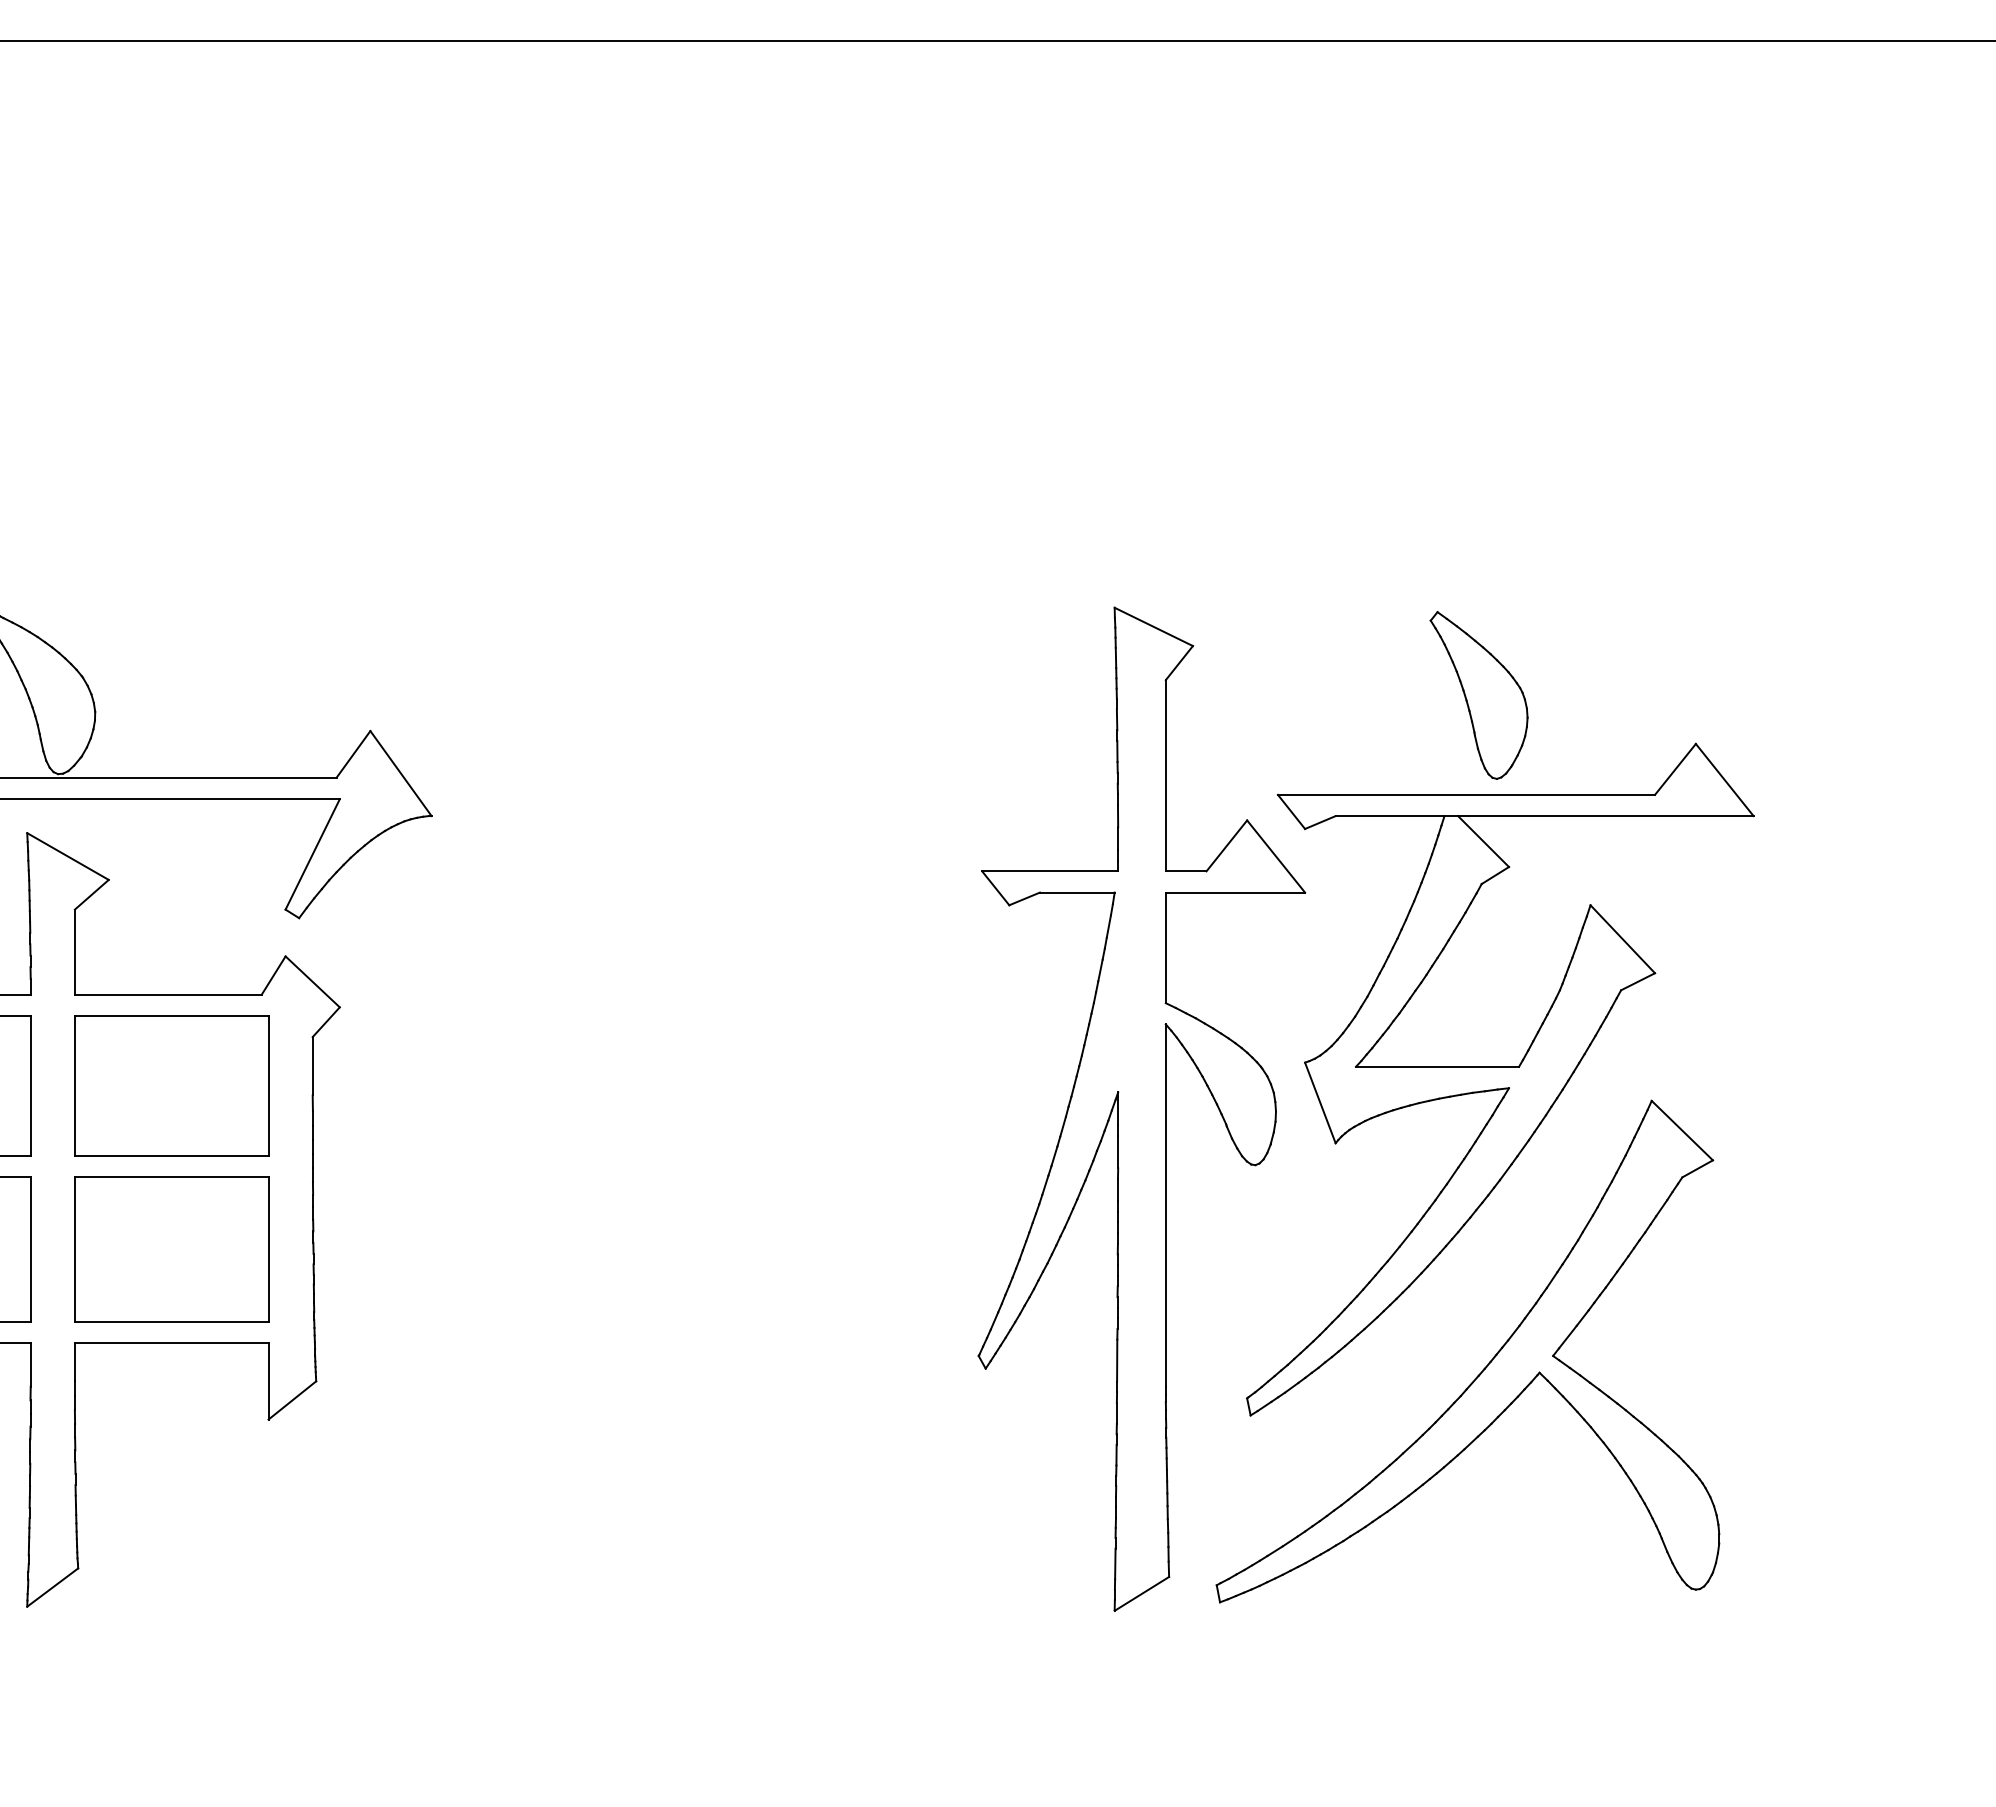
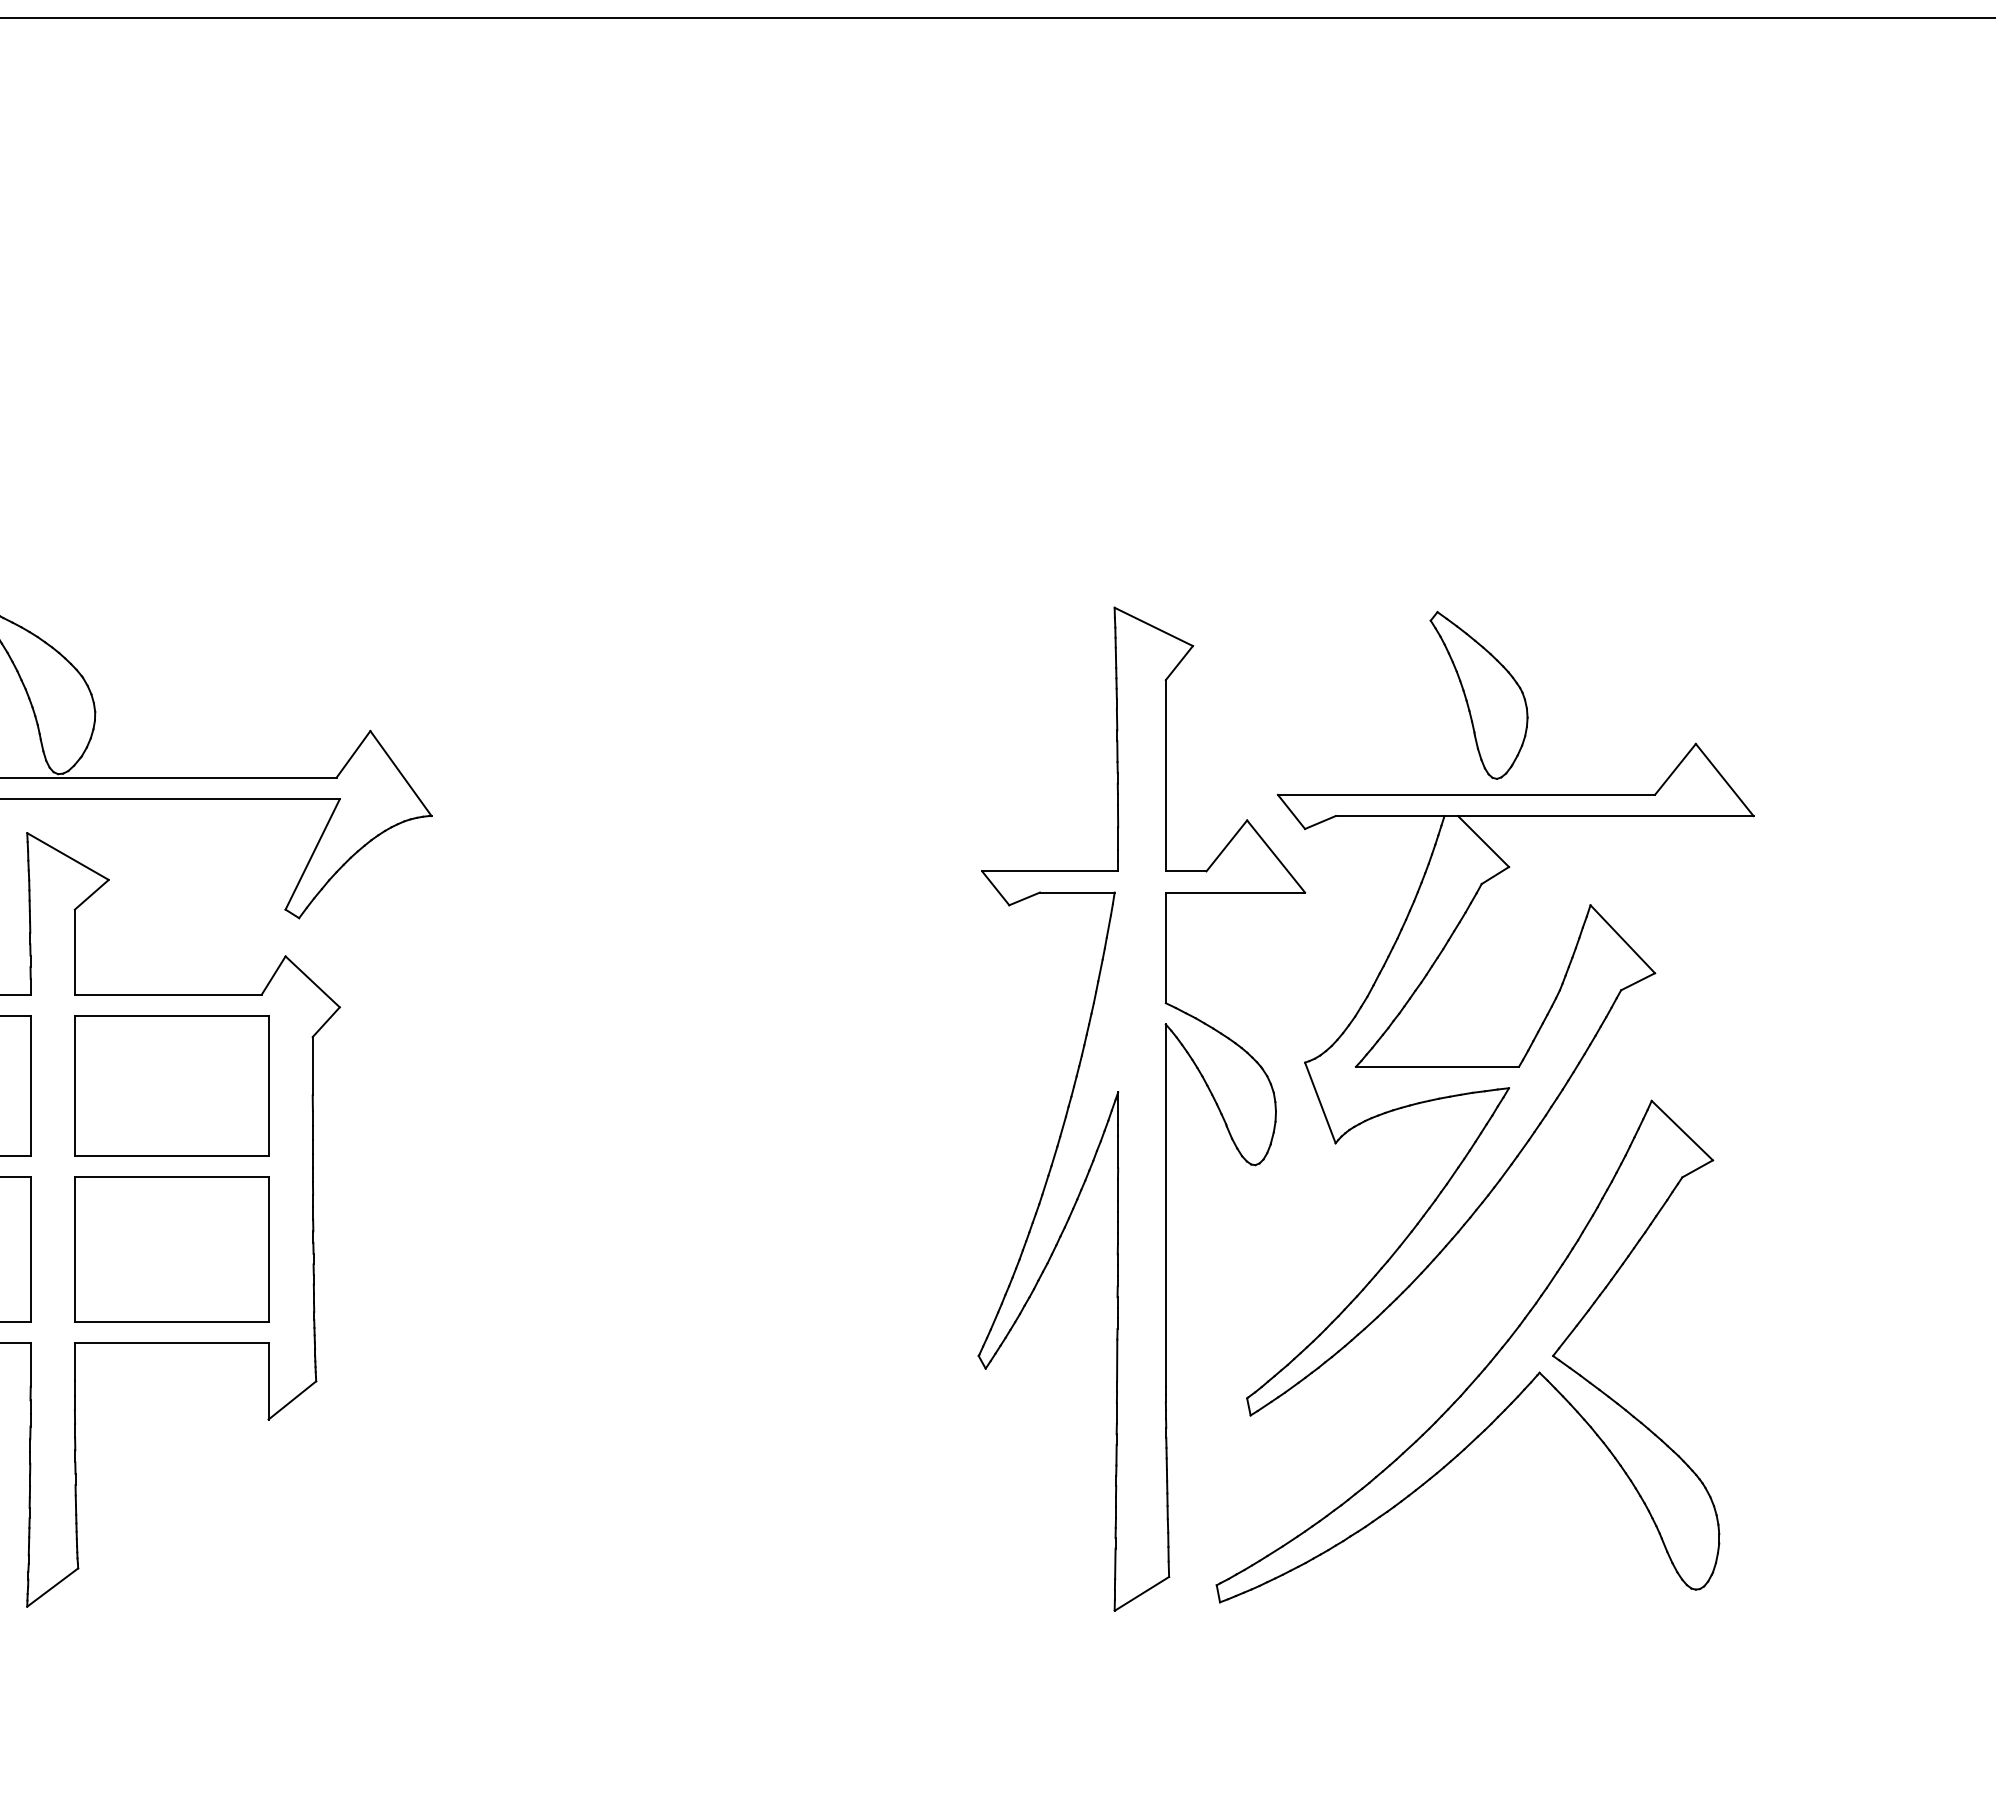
line at (997, 41) position: (997, 41) -> (997, 18)
